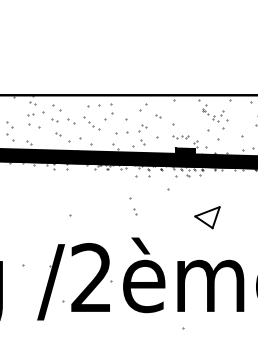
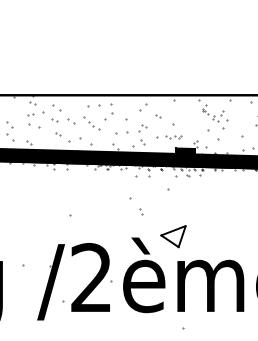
part at (180, 137) position: (180, 137) -> (173, 137)
part at (135, 211) position: (135, 211) -> (141, 211)
part at (207, 217) position: (207, 217) -> (173, 236)
